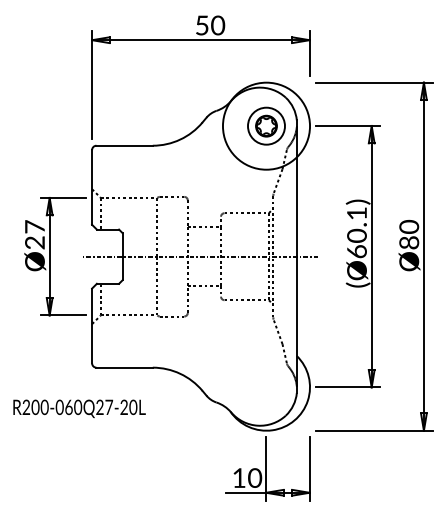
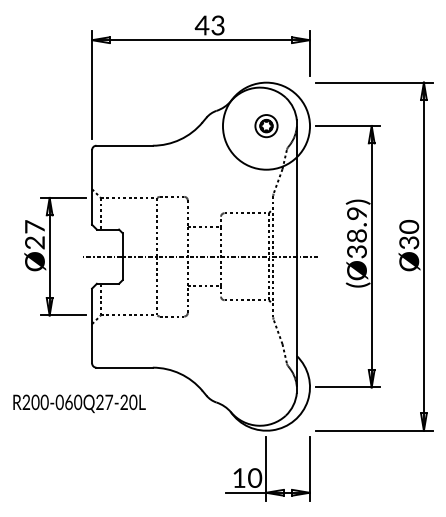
text at (209, 25): 50 -> 43
part at (266, 125) size: 39x40 px -> 25x25 px
text at (356, 232): (Ø60.1) -> (Ø38.9)
text at (409, 242): Ø80 -> Ø30
text at (79, 408) position: (79, 408) -> (79, 403)
